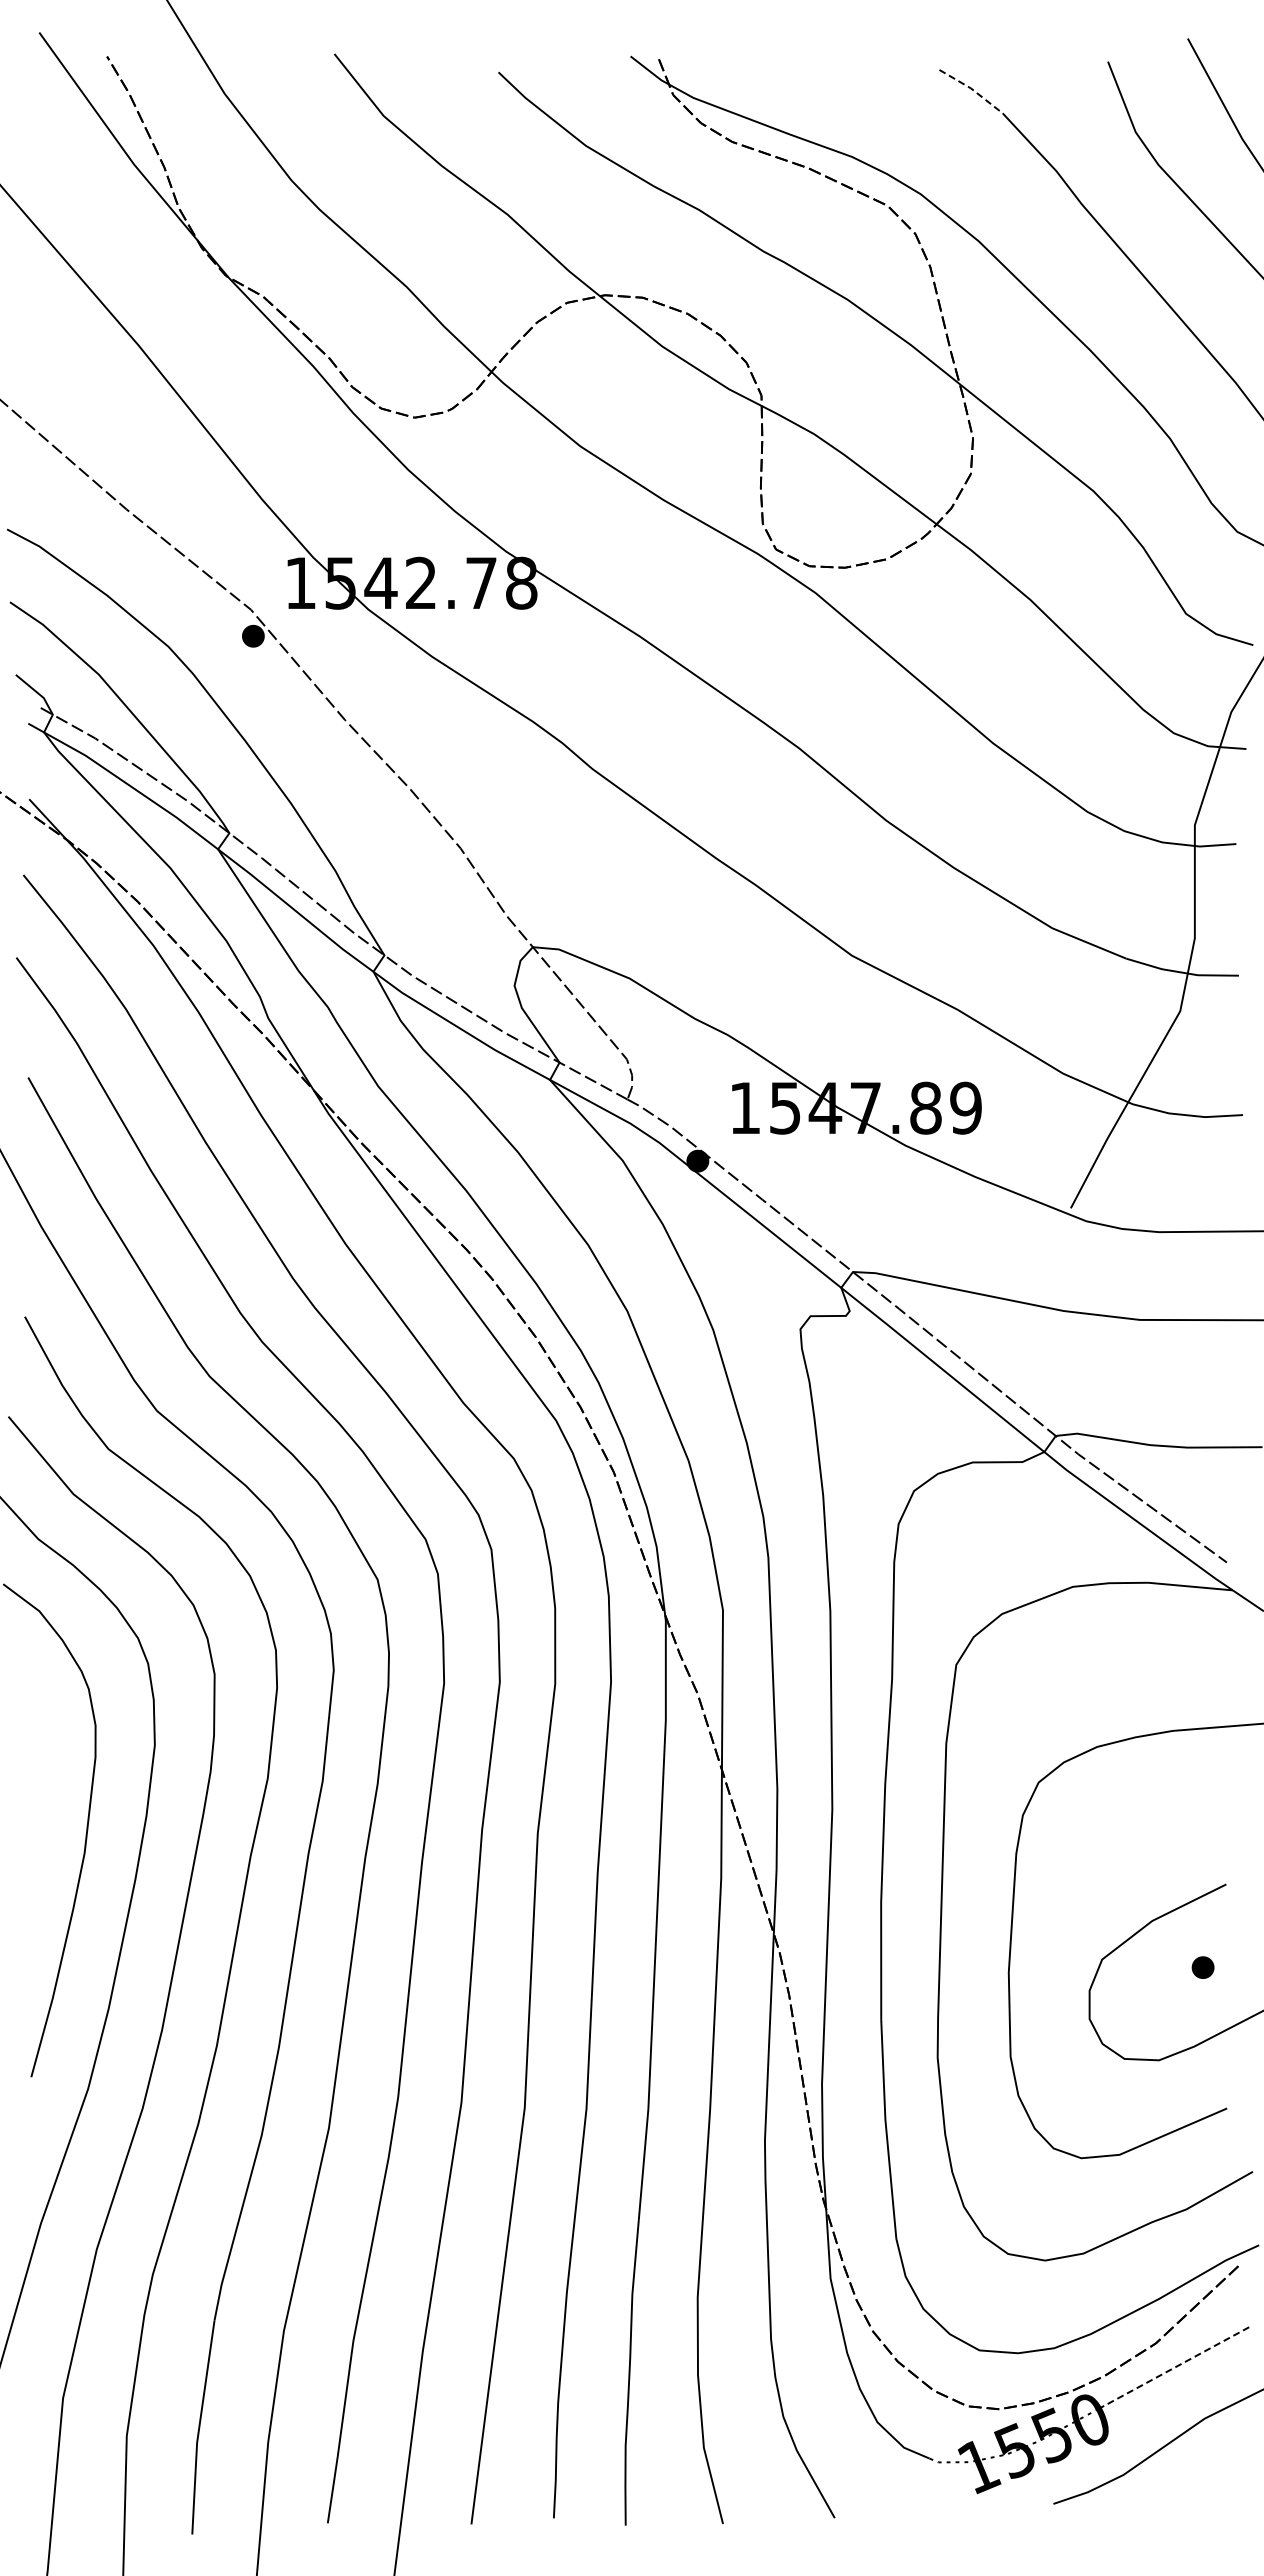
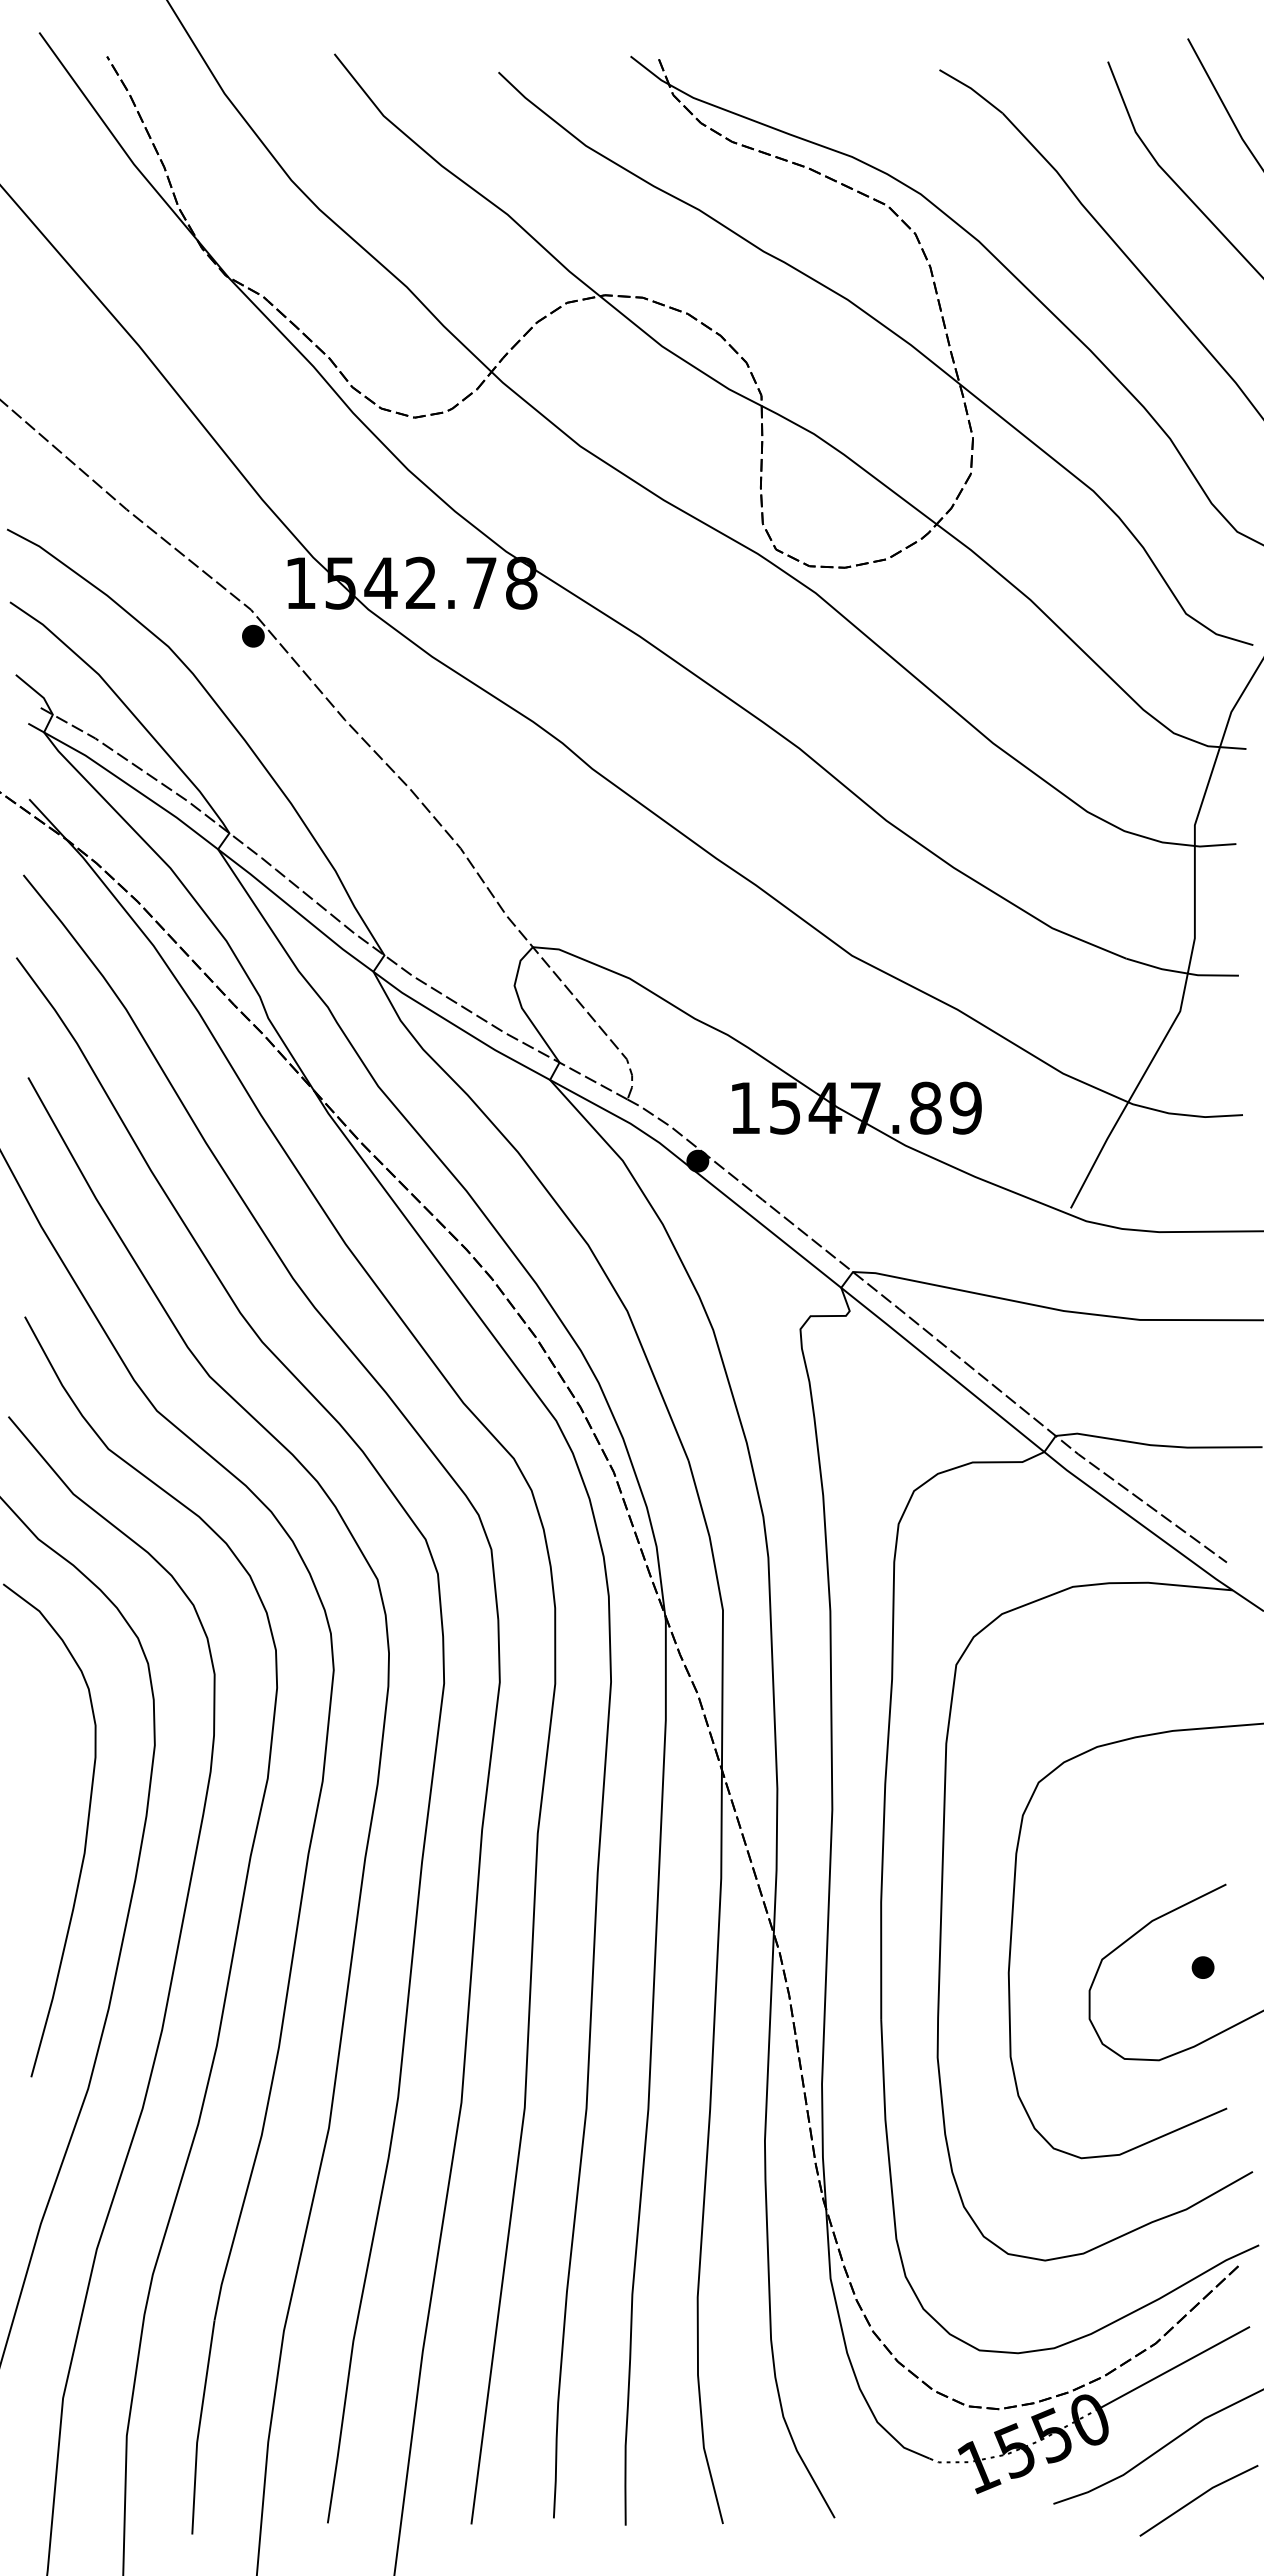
line at (972, 89): dashed -> solid
line at (1174, 2367): dashed -> solid
line at (1198, 2498): none -> present
